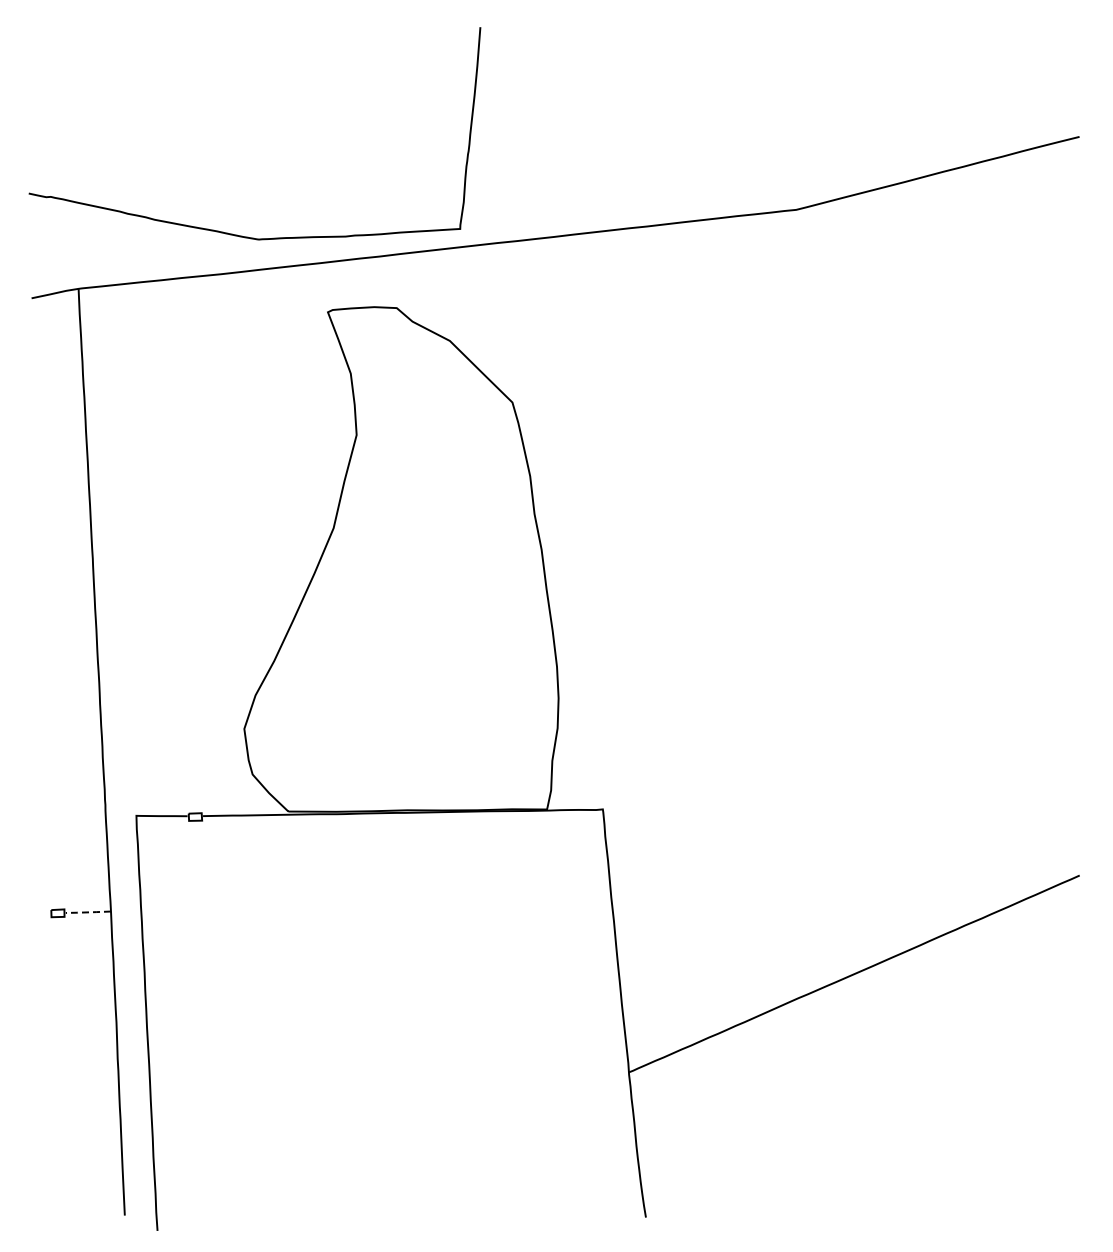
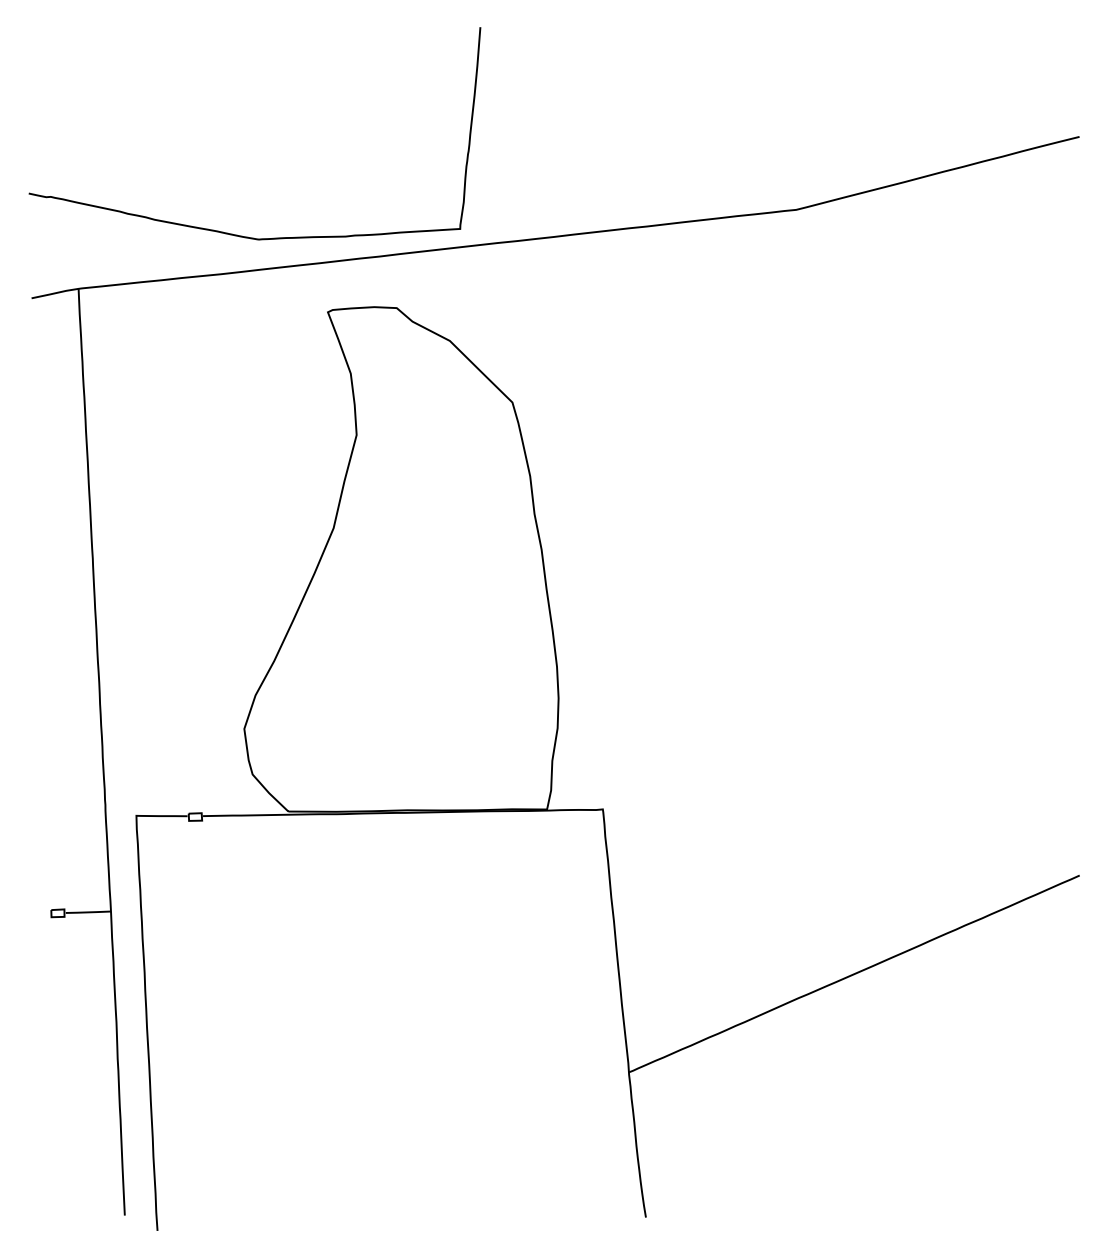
line at (88, 912): dashed -> solid
